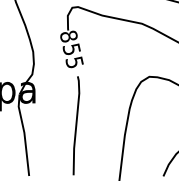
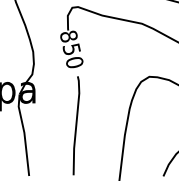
text at (74, 62): 855 -> 850
